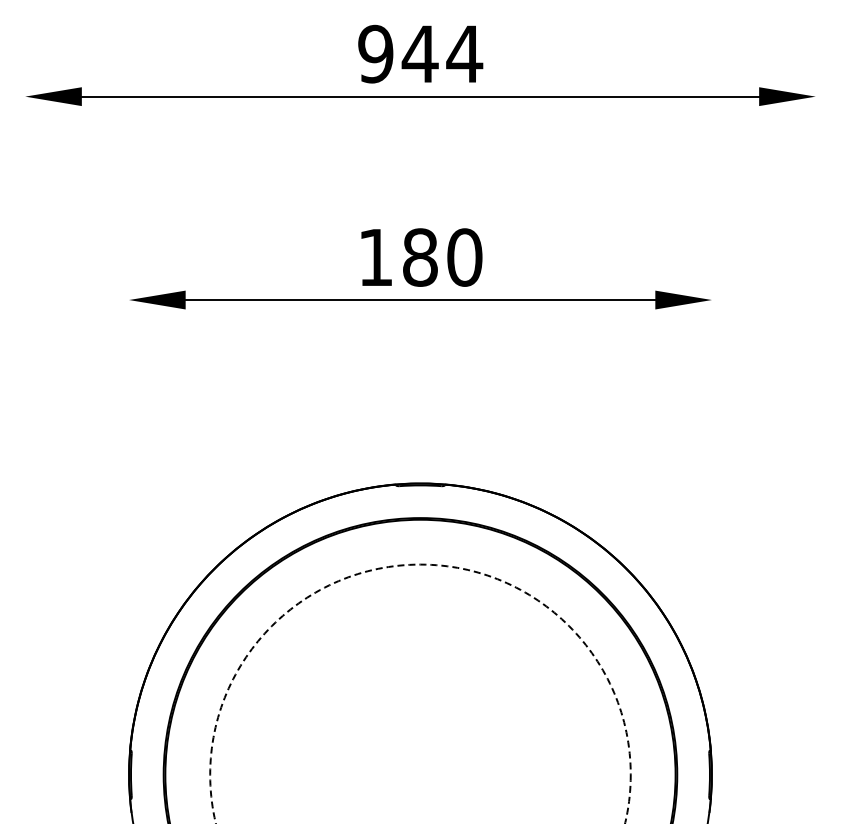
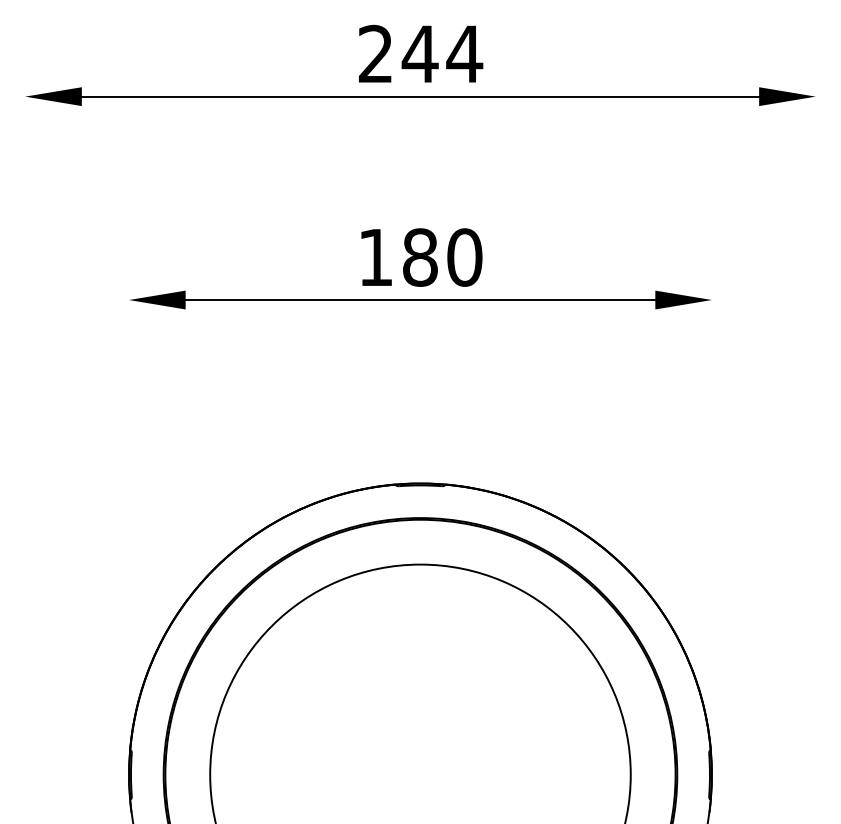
text at (375, 54): 944 -> 244
circle at (420, 693): dashed -> solid
